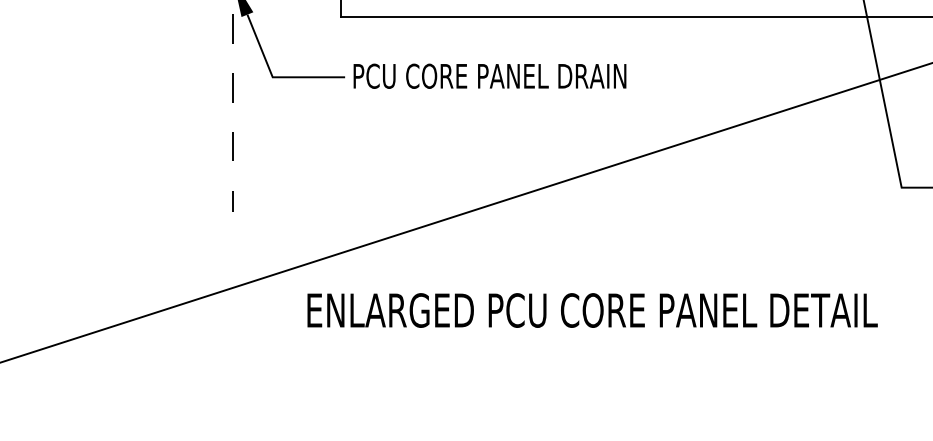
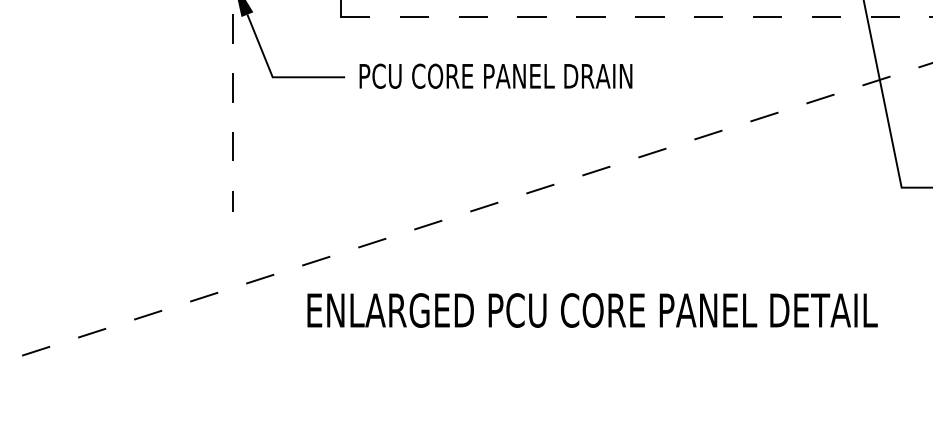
line at (636, 16): solid -> dashed
text at (489, 75) position: (489, 75) -> (495, 75)
line at (466, 212): solid -> dashed
